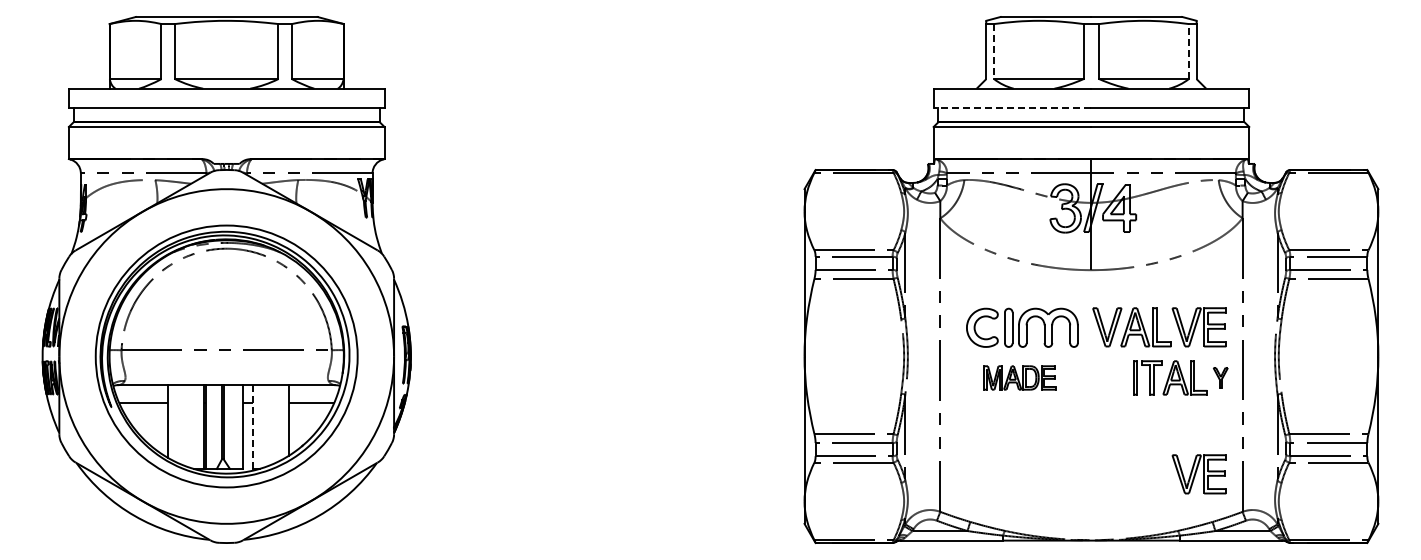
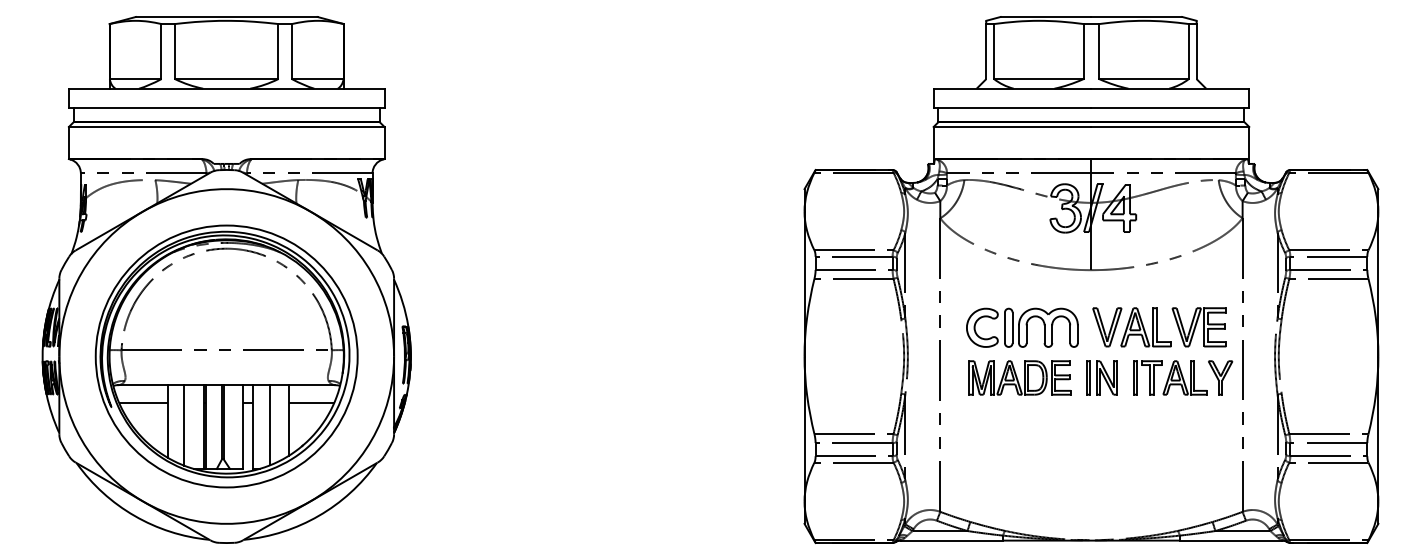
line at (994, 51): dashed -> solid
line at (1188, 51): dashed -> solid
line at (1012, 107): dashed -> solid
part at (1019, 377) size: 74x26 px -> 104x36 px
part at (1101, 377): none -> present
part at (1220, 377) size: 16x22 px -> 26x36 px
line at (184, 425): none -> present
line at (269, 425): none -> present
line at (253, 427): dashed -> solid
part at (1198, 474): present -> none
